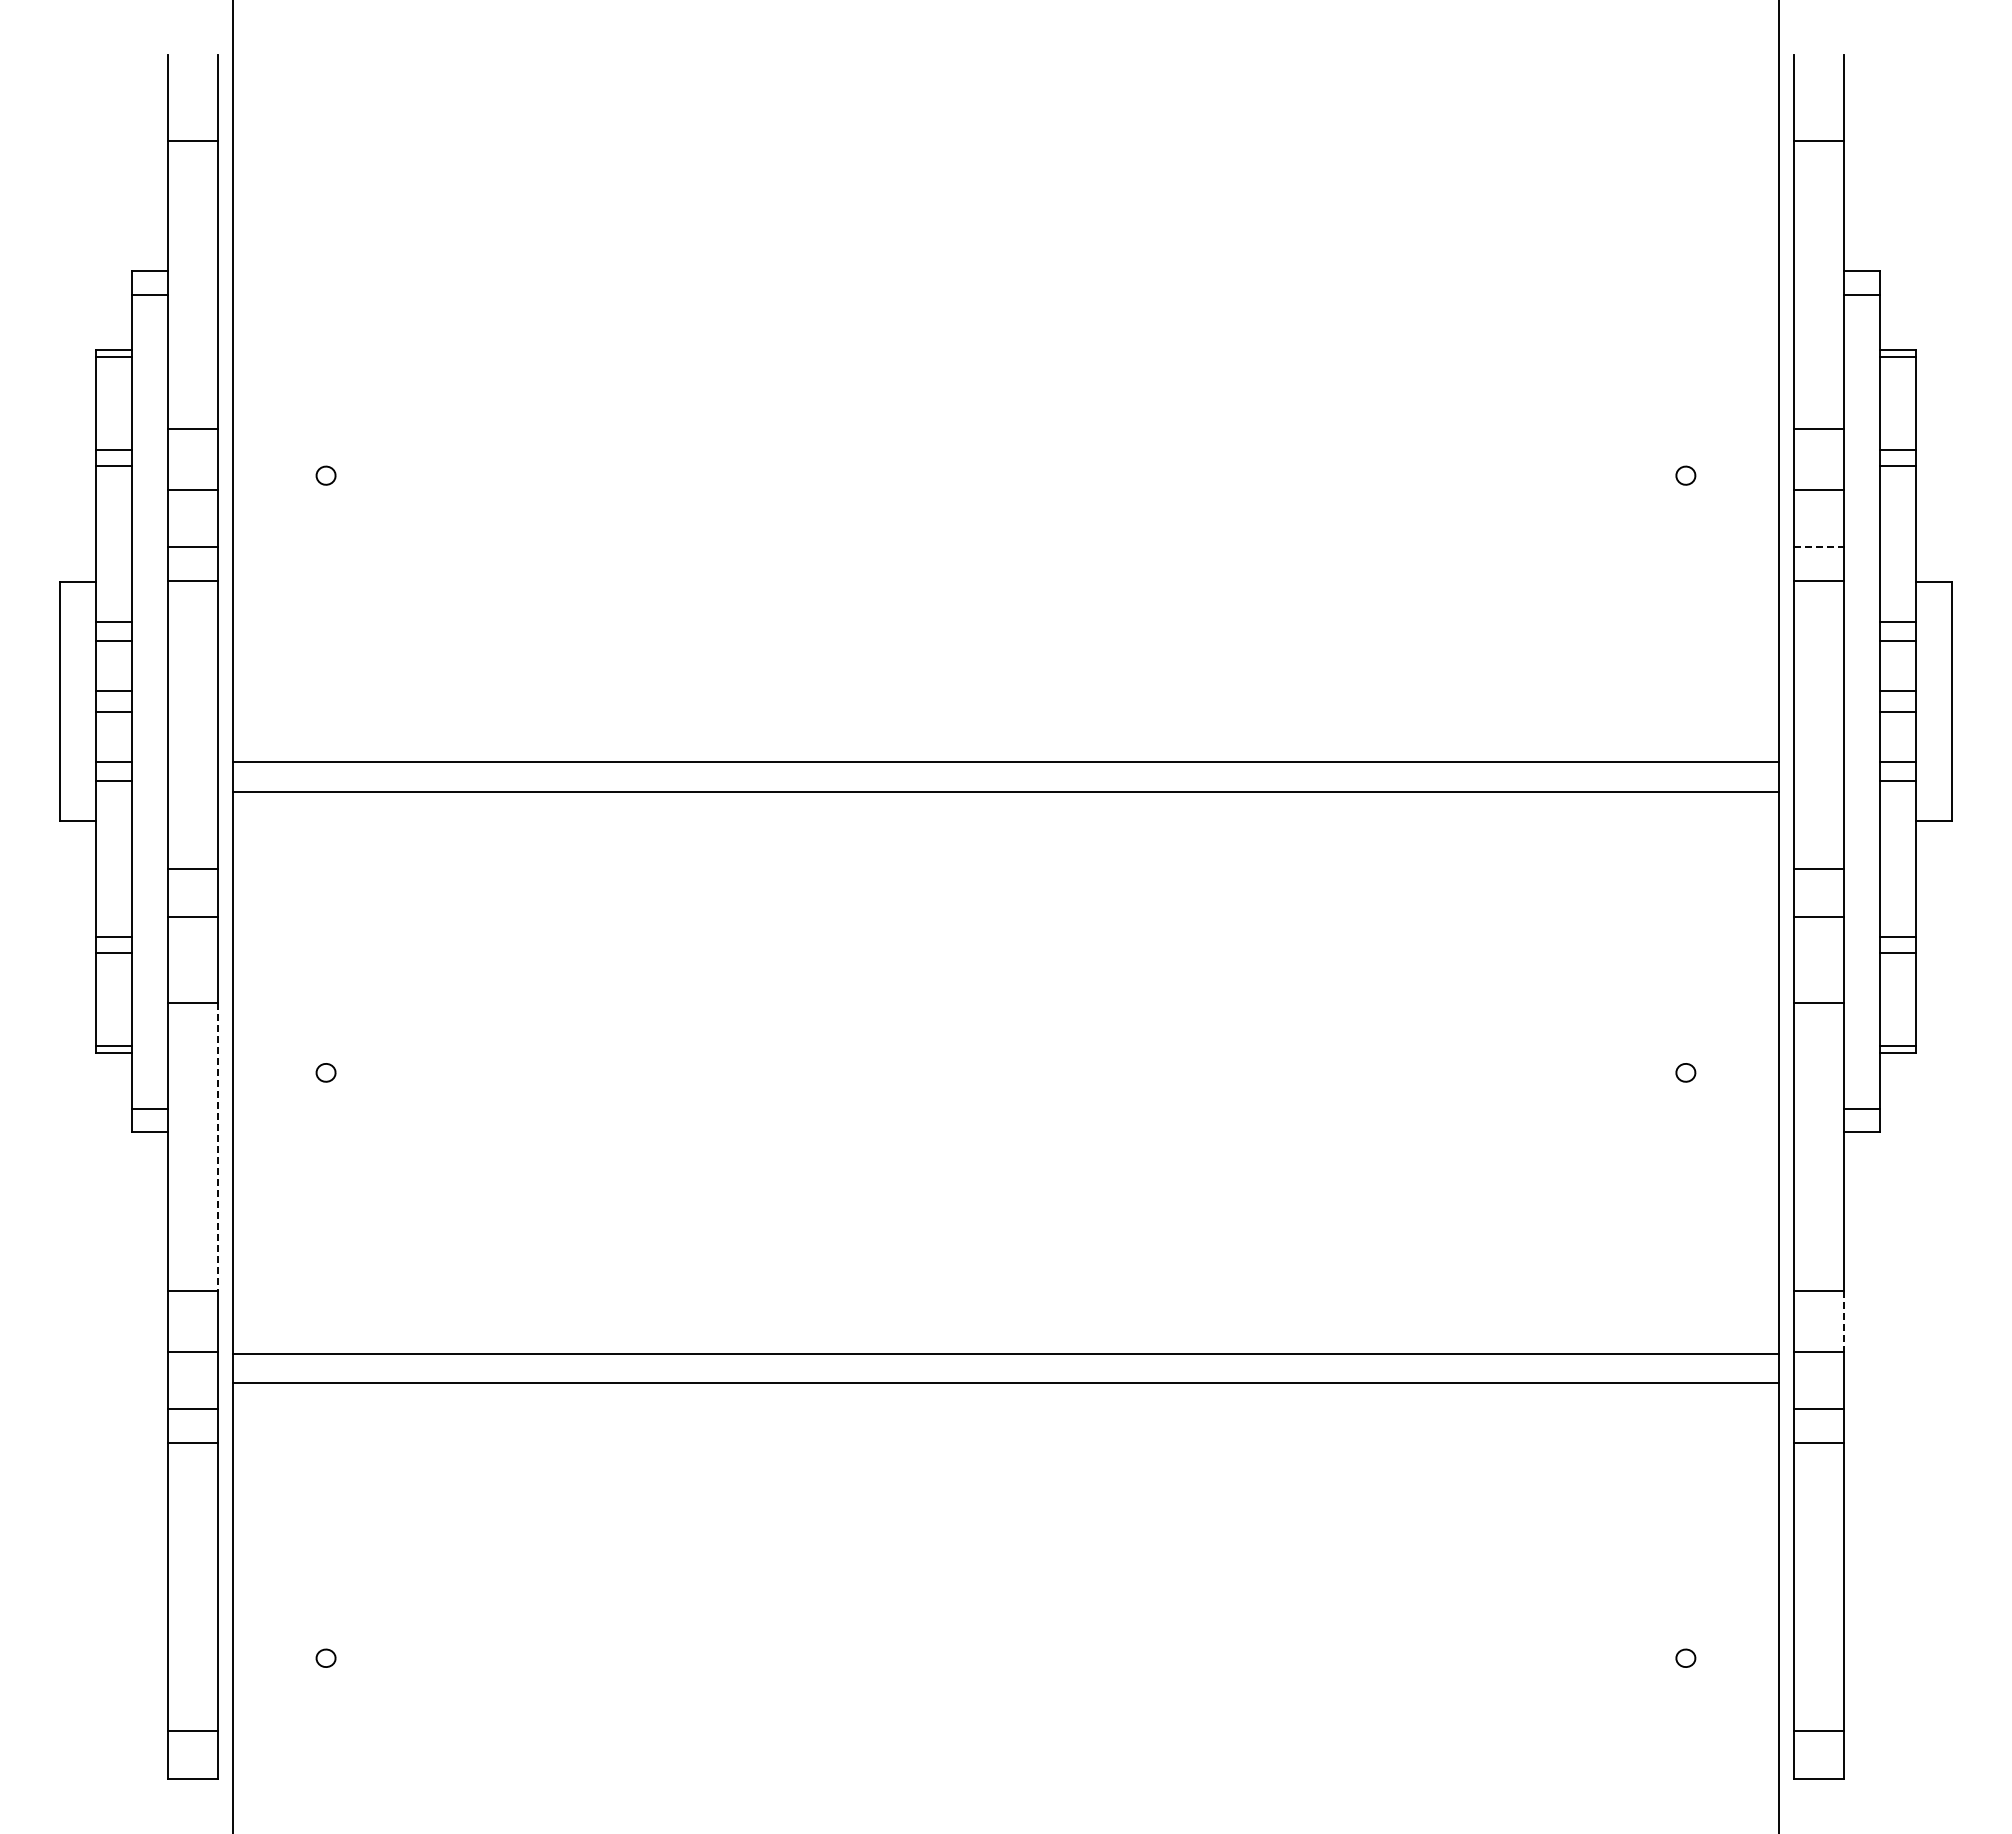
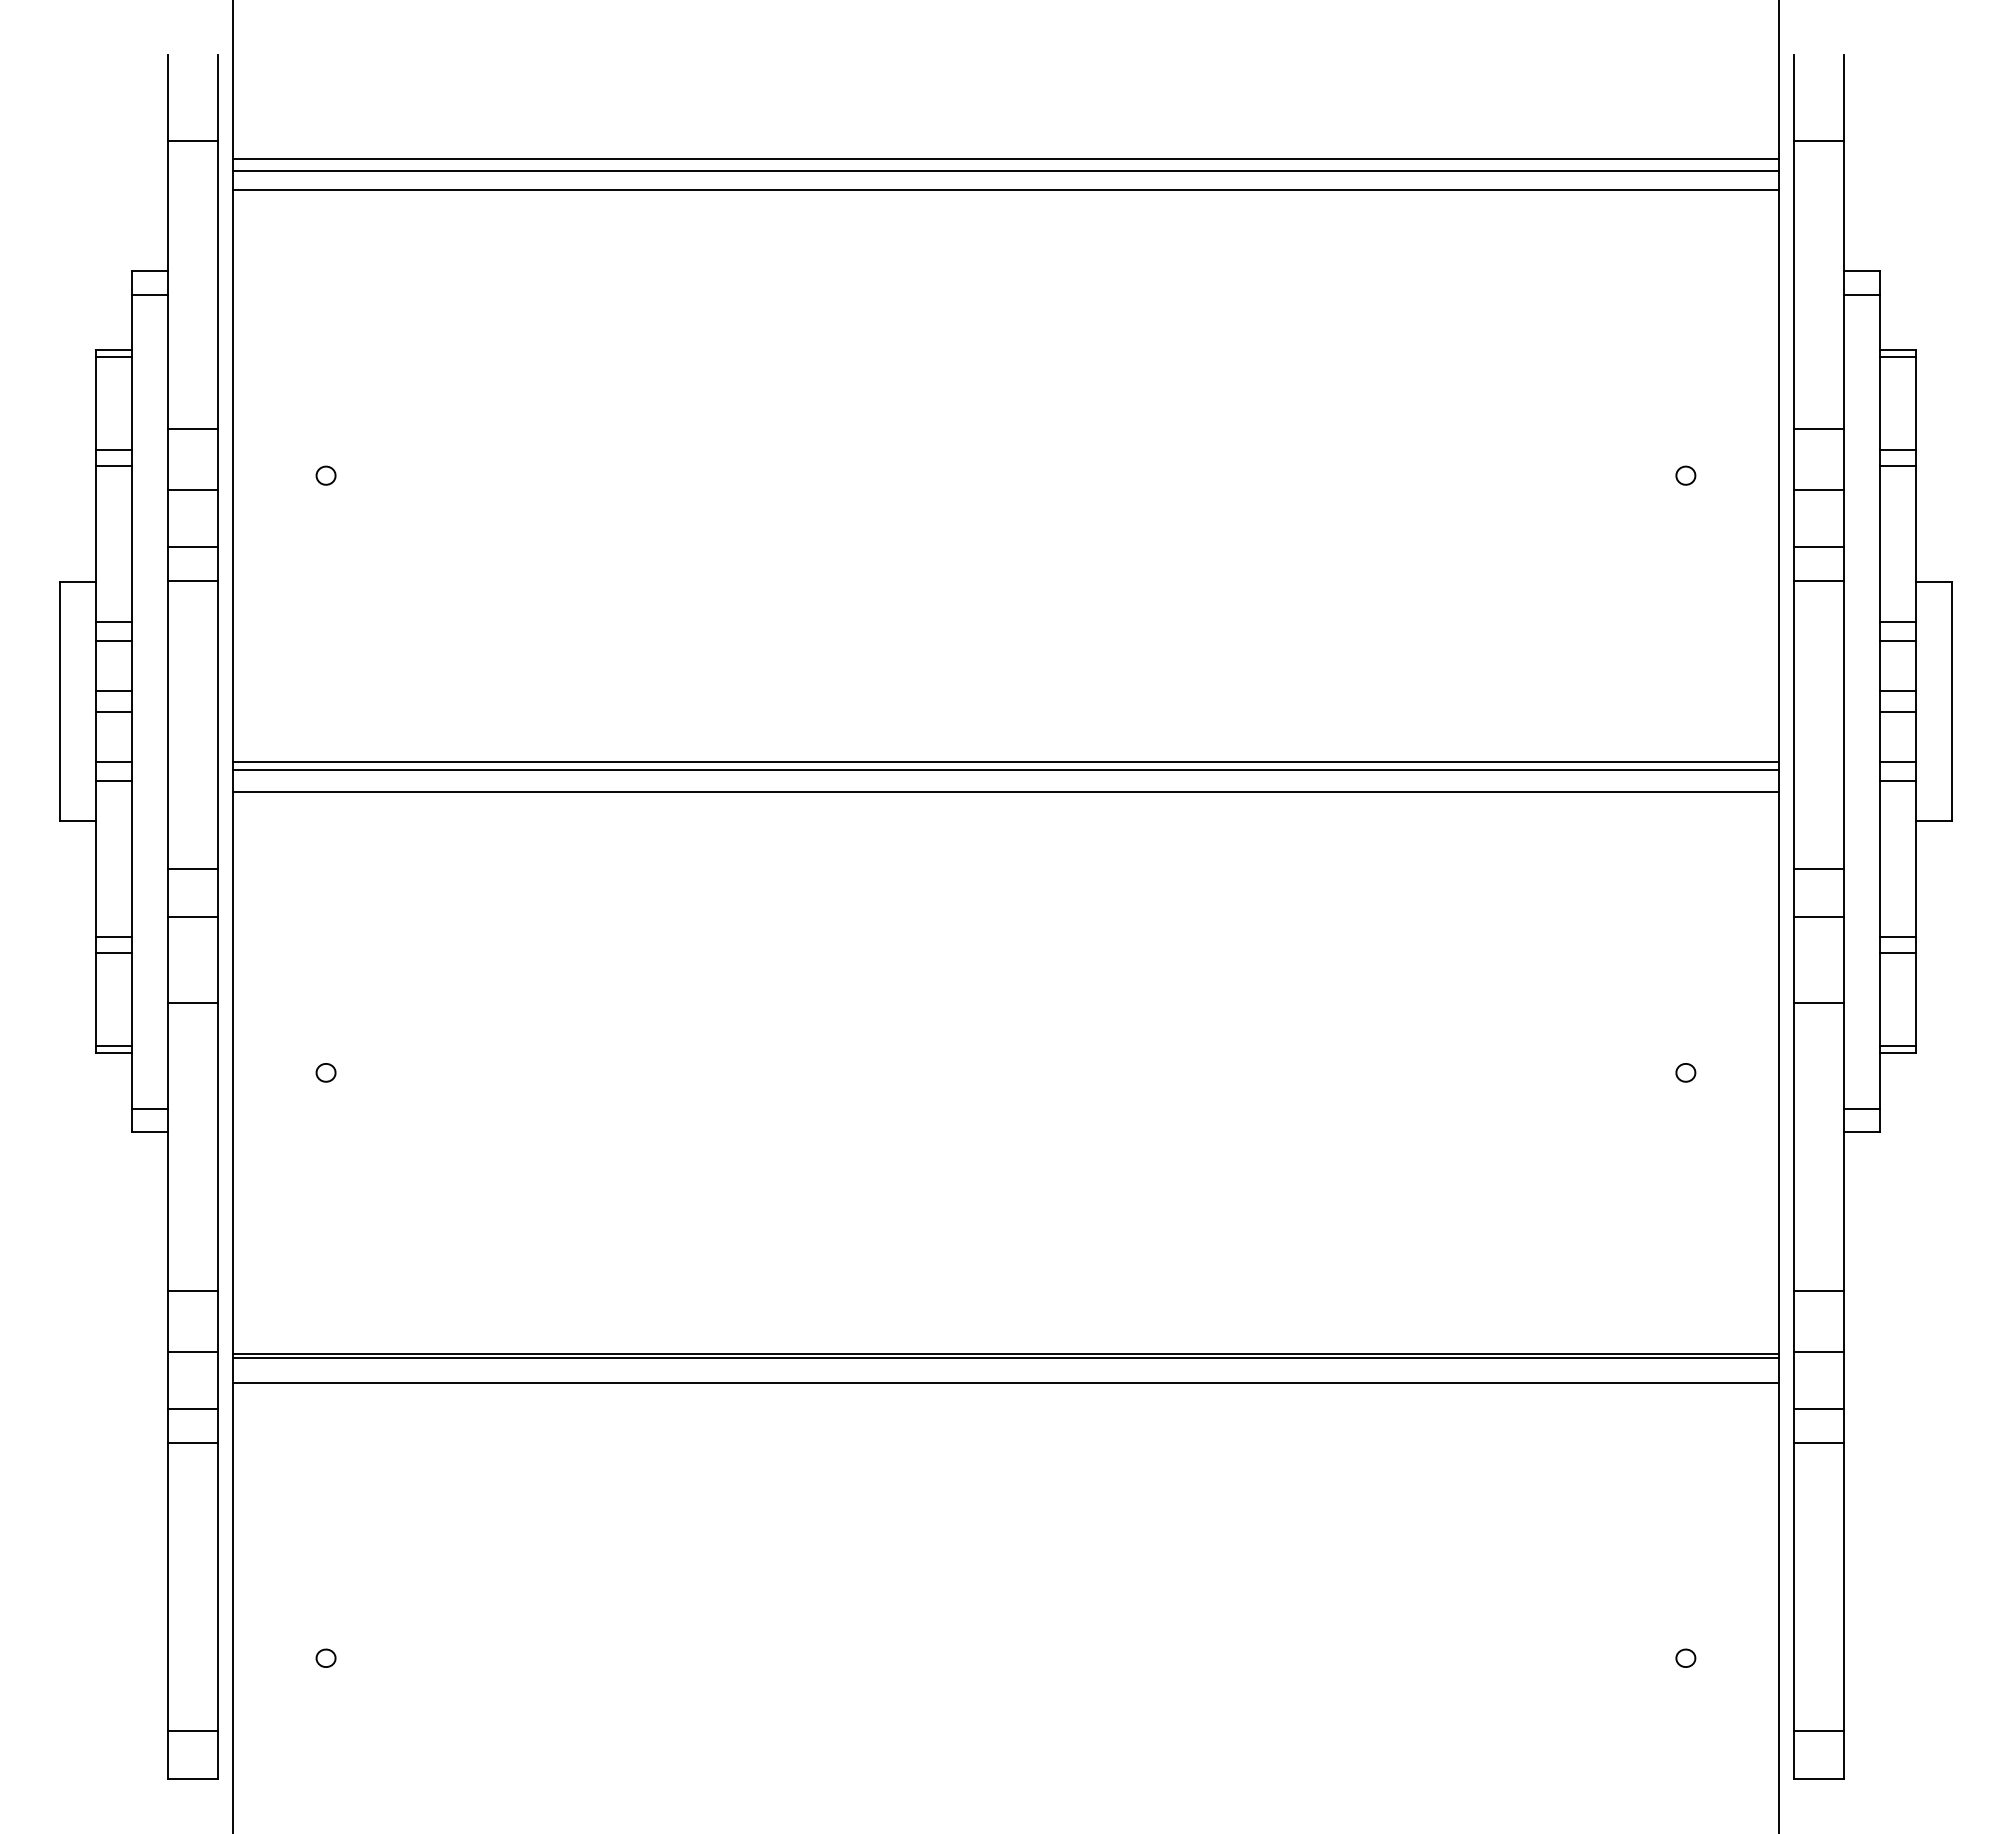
line at (1005, 159): none -> present
line at (1005, 170): none -> present
line at (1005, 189): none -> present
line at (1819, 547): dashed -> solid
line at (1005, 769): none -> present
line at (218, 1147): dashed -> solid
line at (1843, 1321): dashed -> solid
line at (1005, 1357): none -> present
